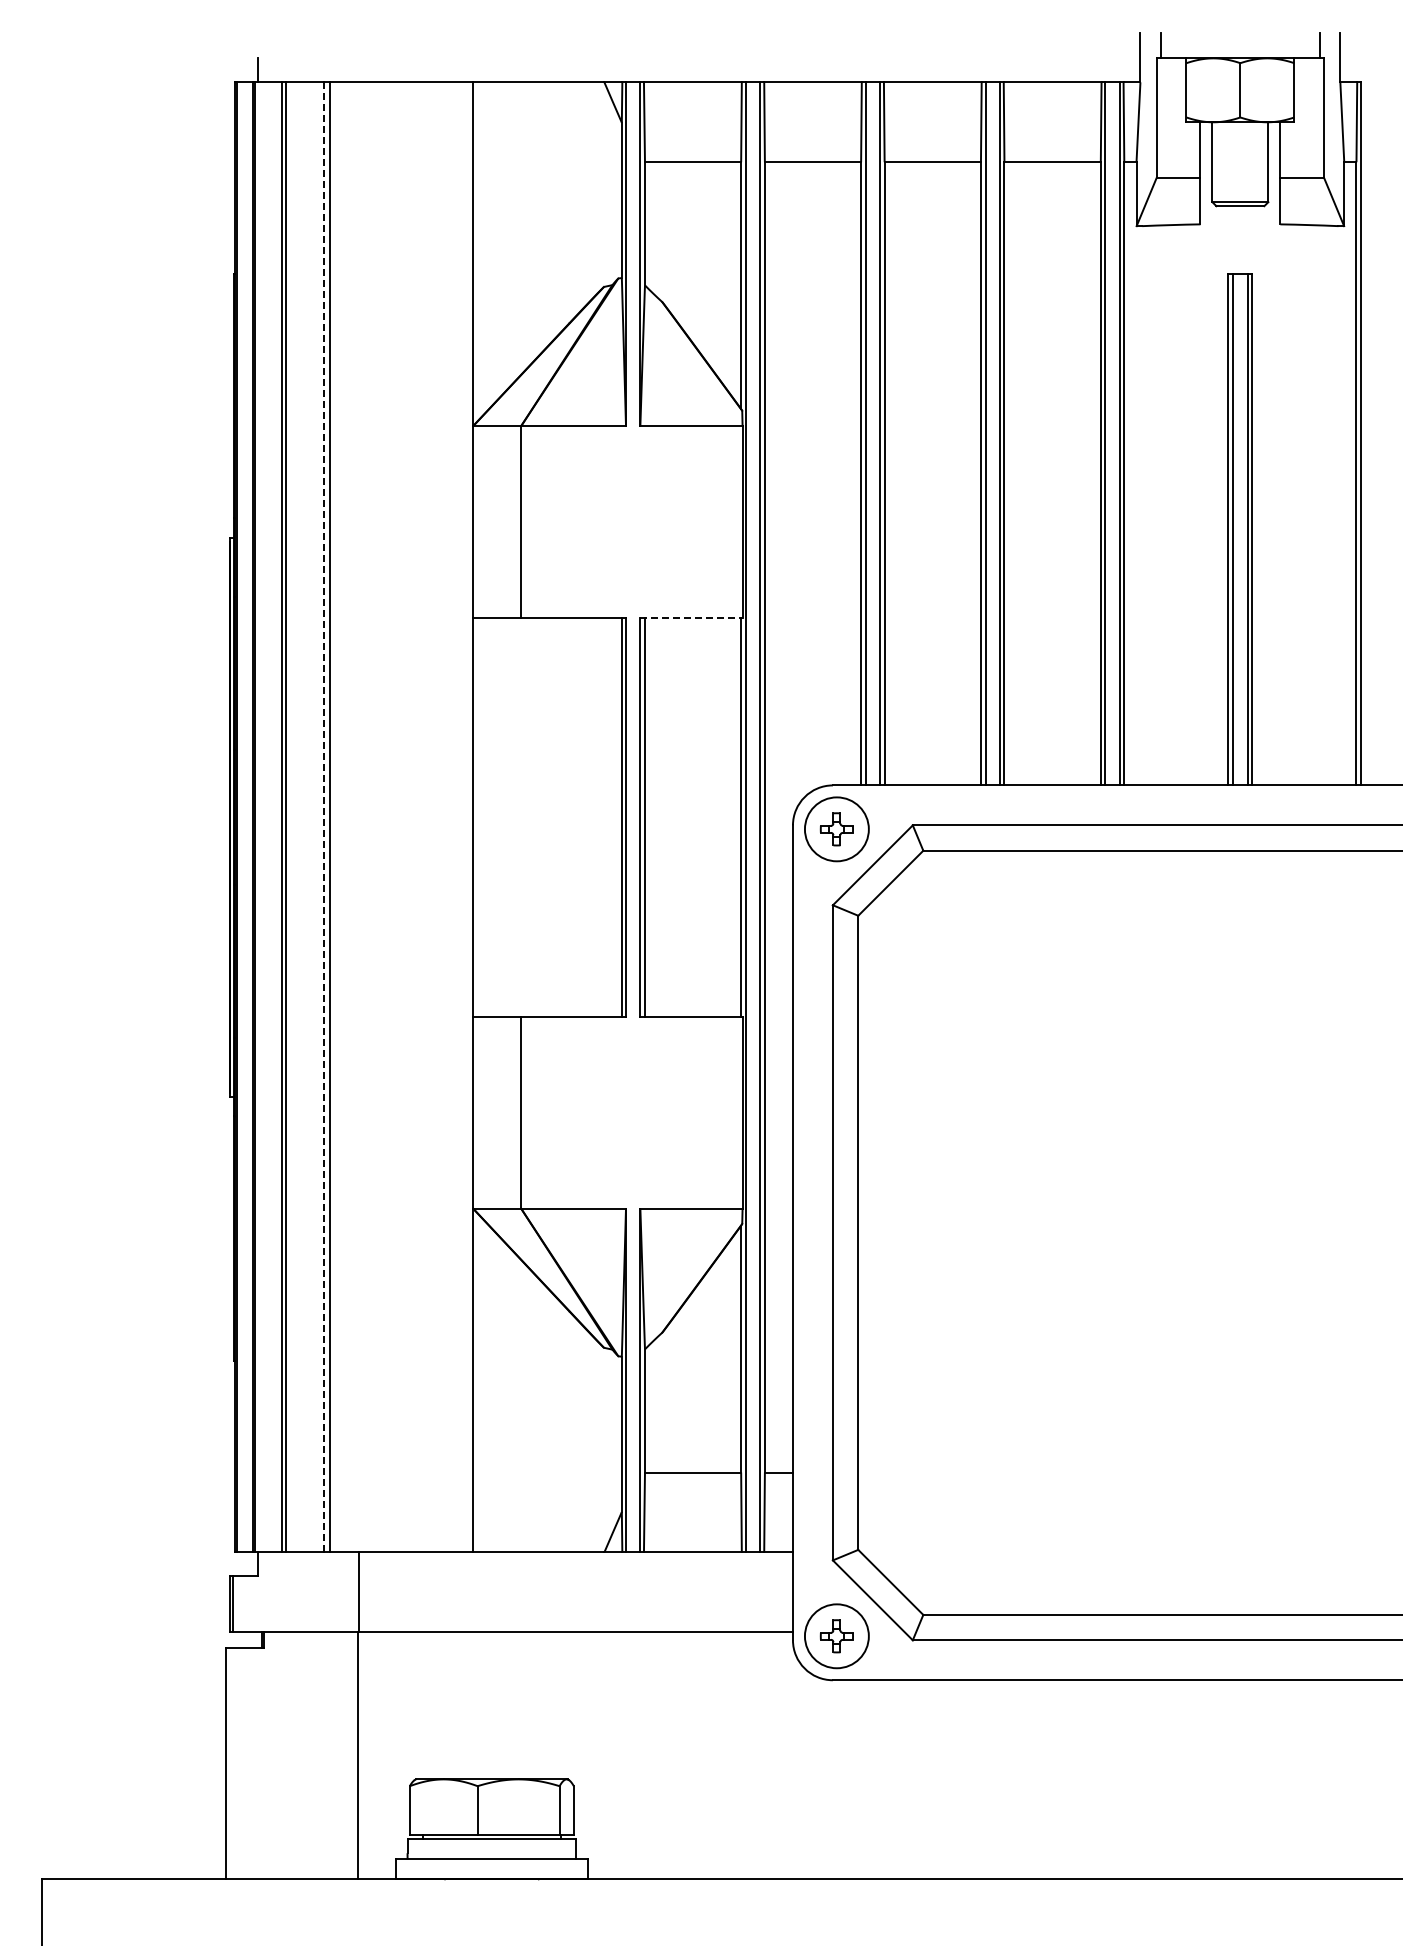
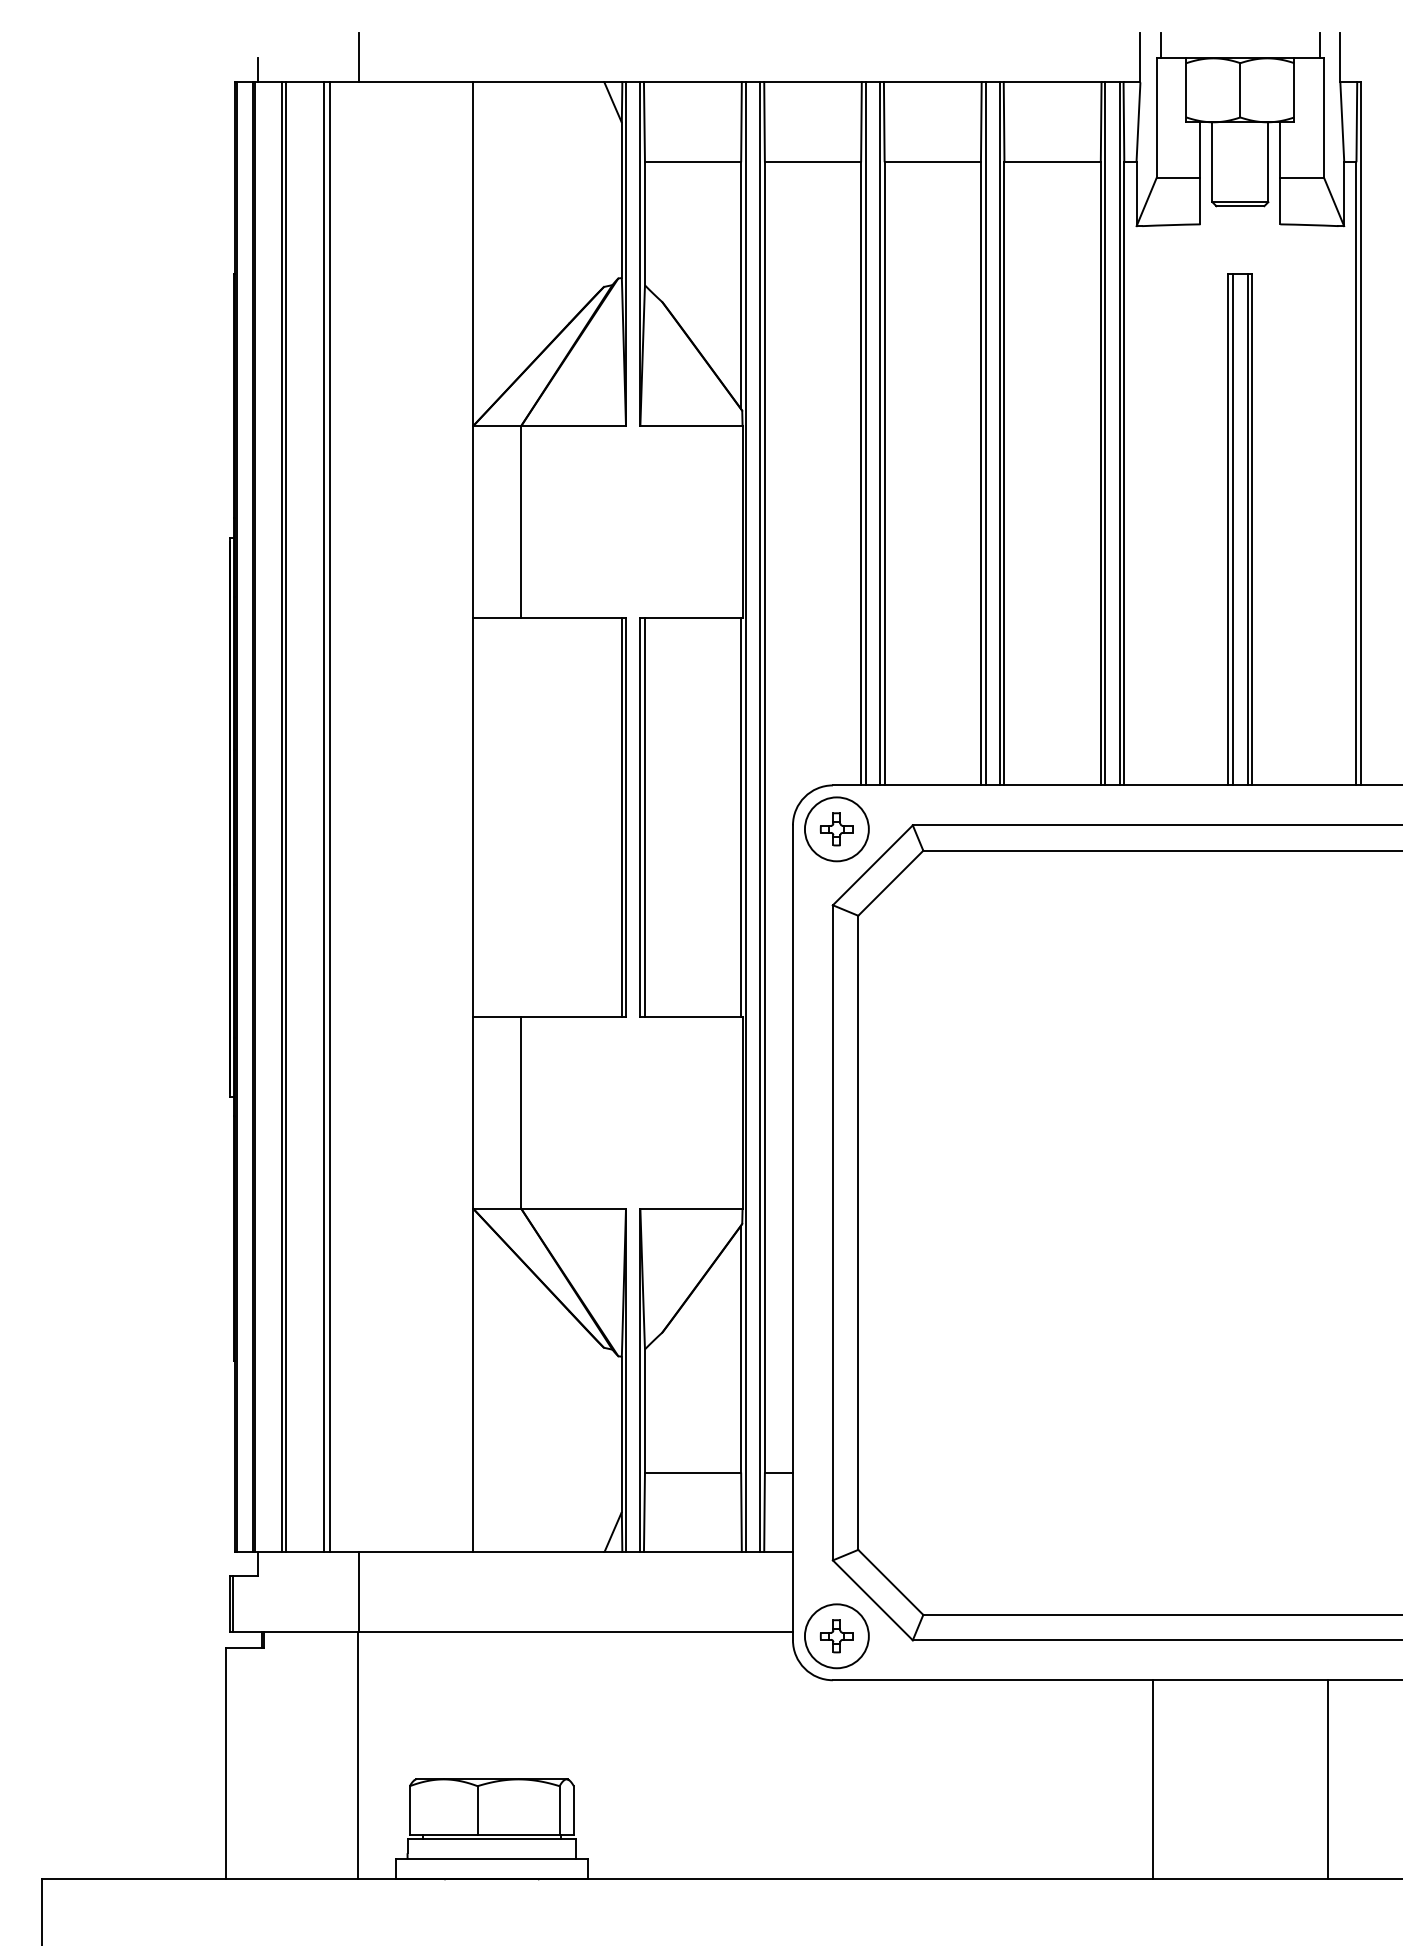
line at (359, 57): none -> present
line at (691, 617): dashed -> solid
line at (323, 816): dashed -> solid
line at (1152, 1779): none -> present
line at (1328, 1779): none -> present
